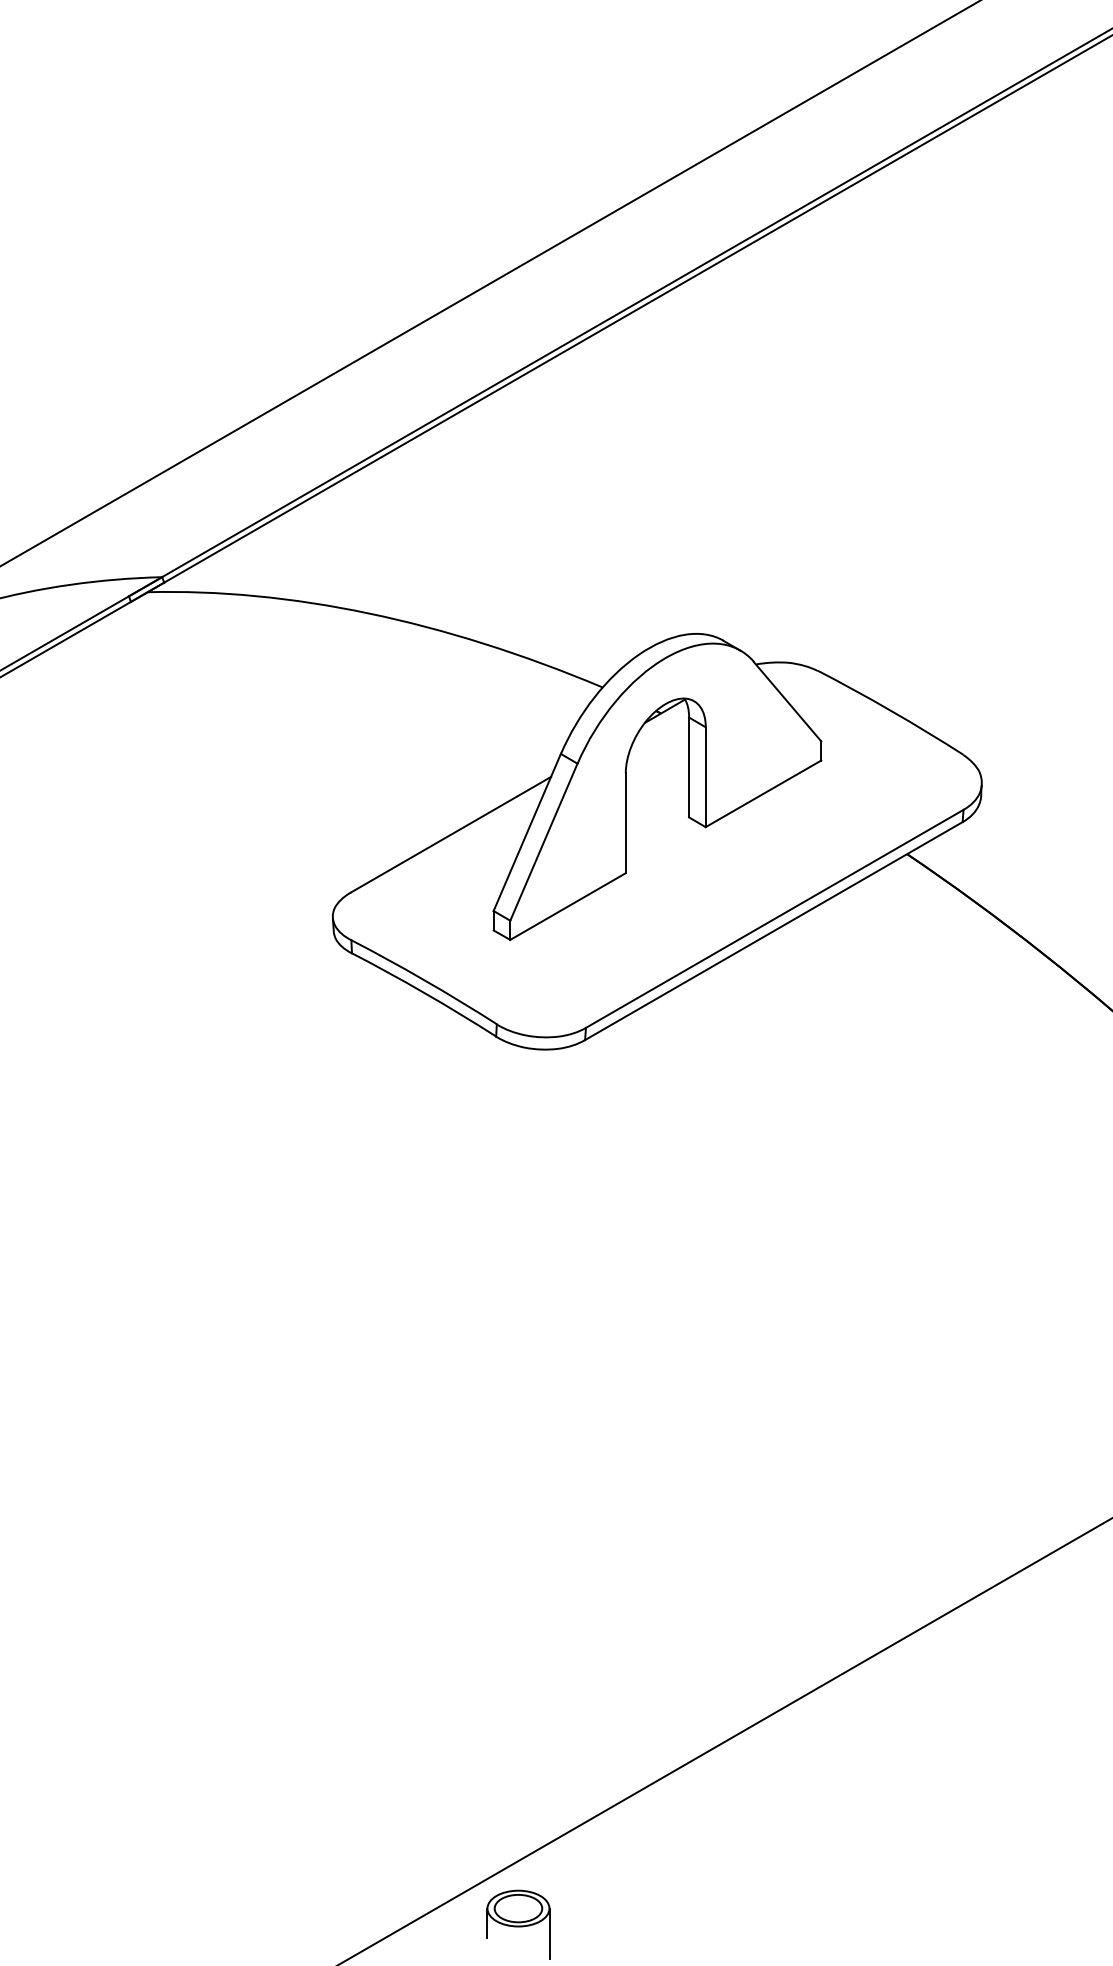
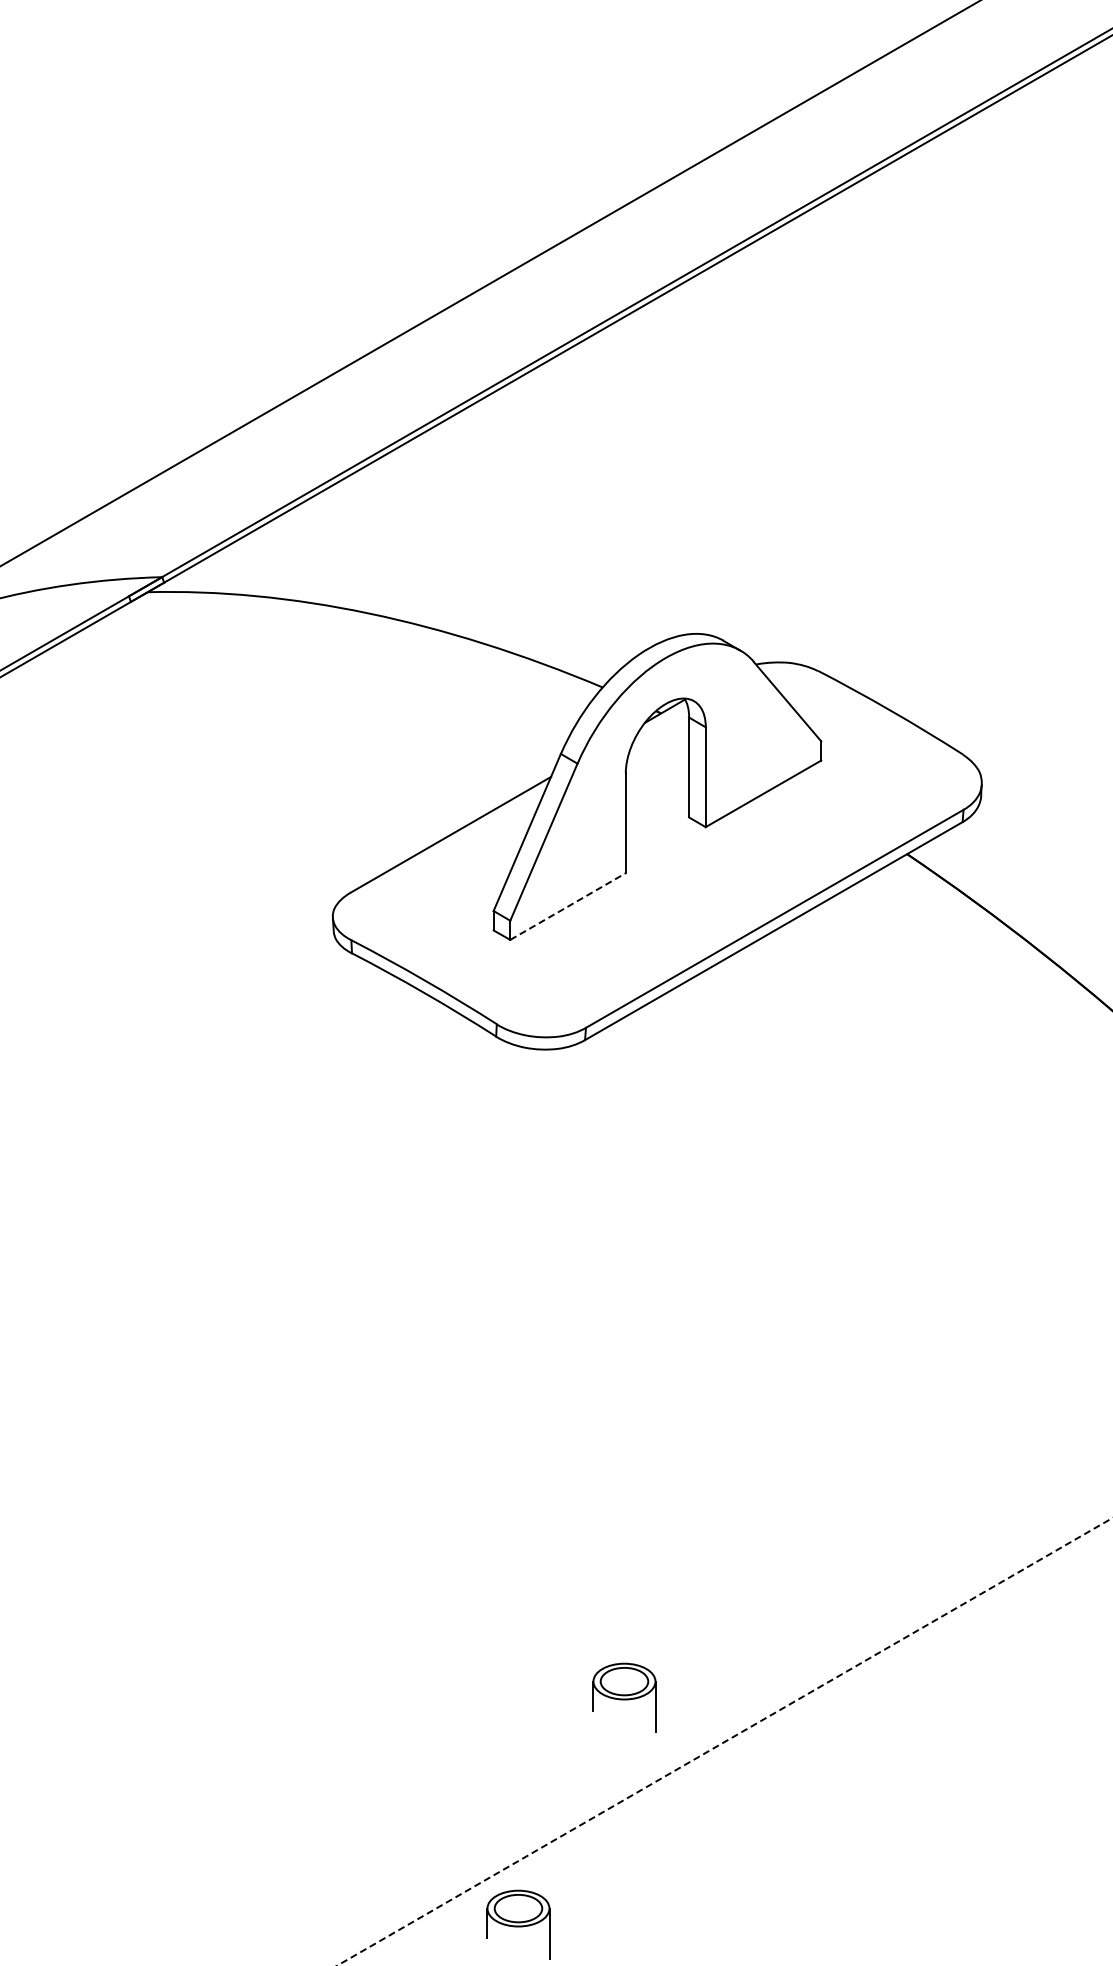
line at (567, 906): solid -> dashed
part at (624, 1697): none -> present
line at (724, 1741): solid -> dashed
